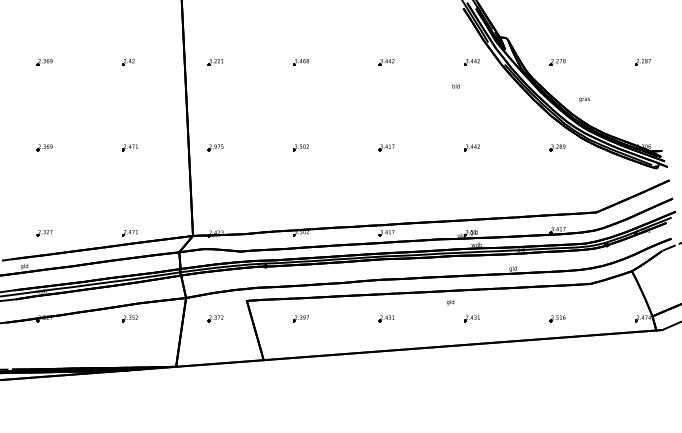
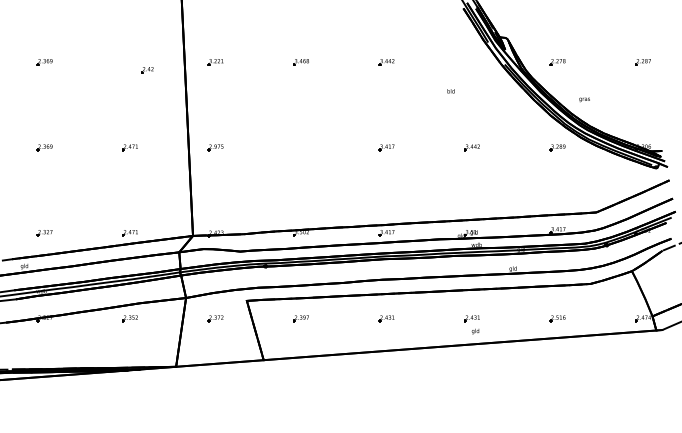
part at (128, 62) position: (128, 62) -> (147, 70)
part at (471, 62): present -> none
text at (455, 86) position: (455, 86) -> (450, 91)
part at (300, 147): present -> none
text at (450, 302) position: (450, 302) -> (475, 331)
